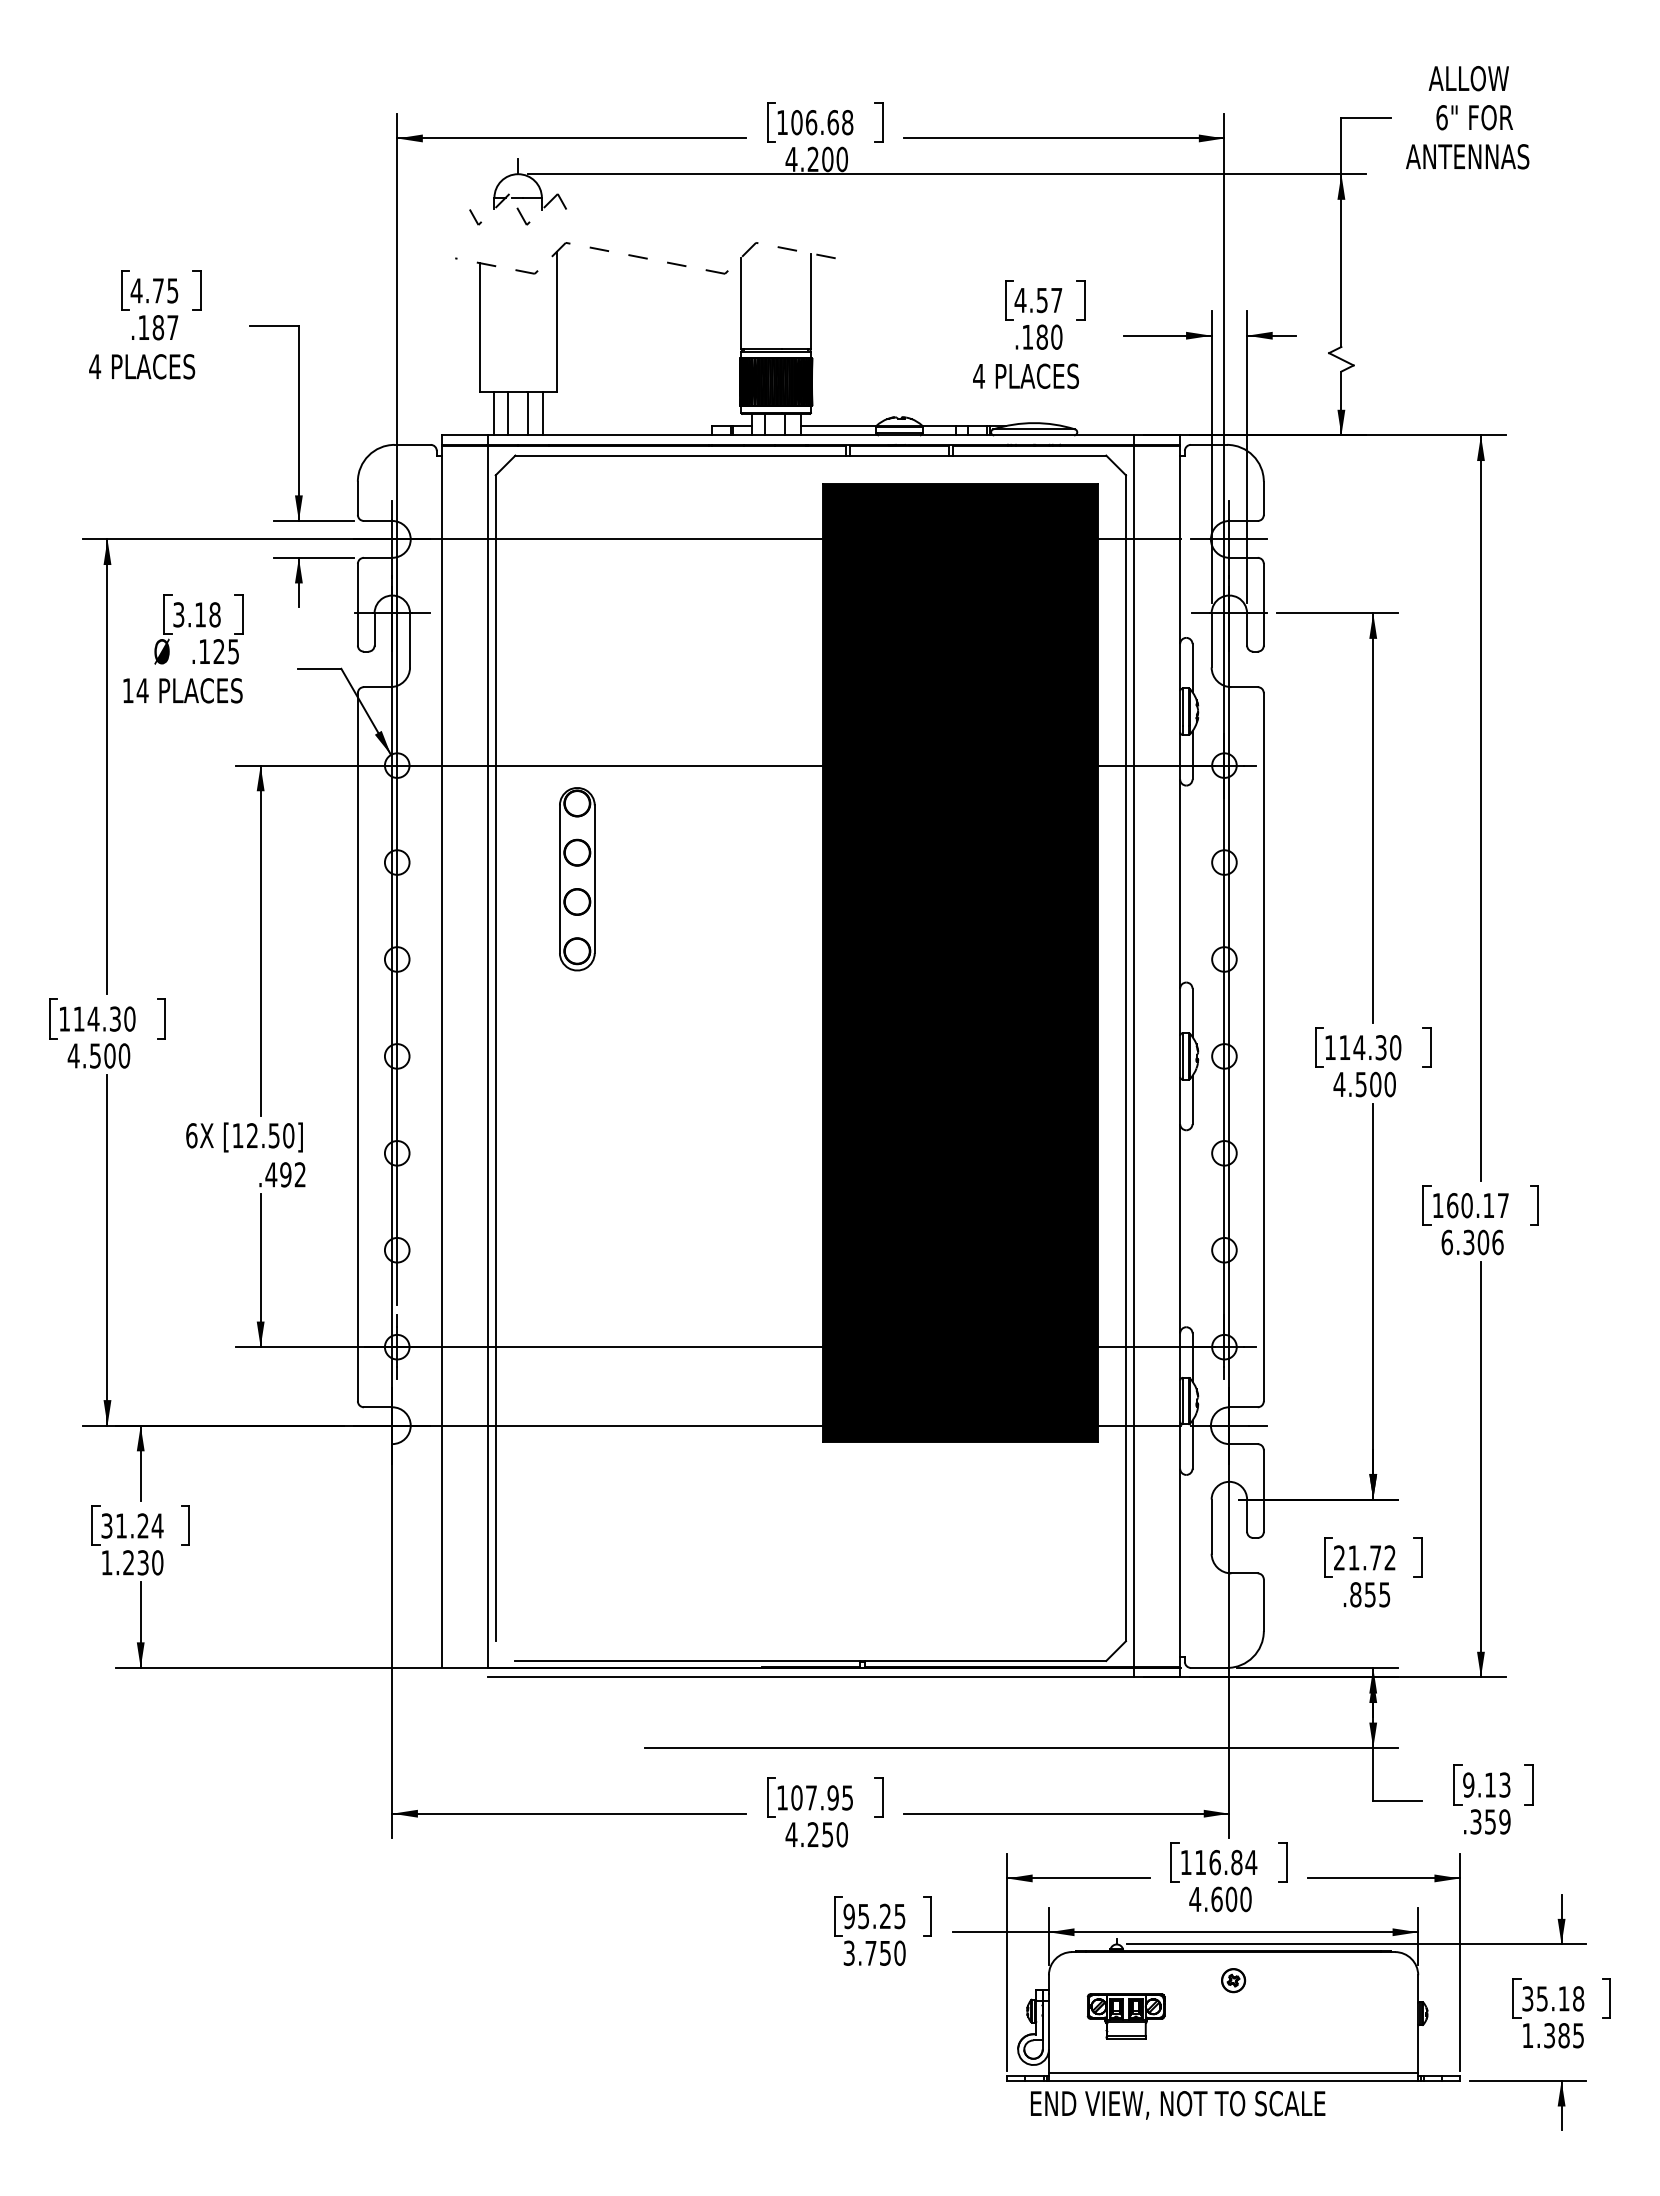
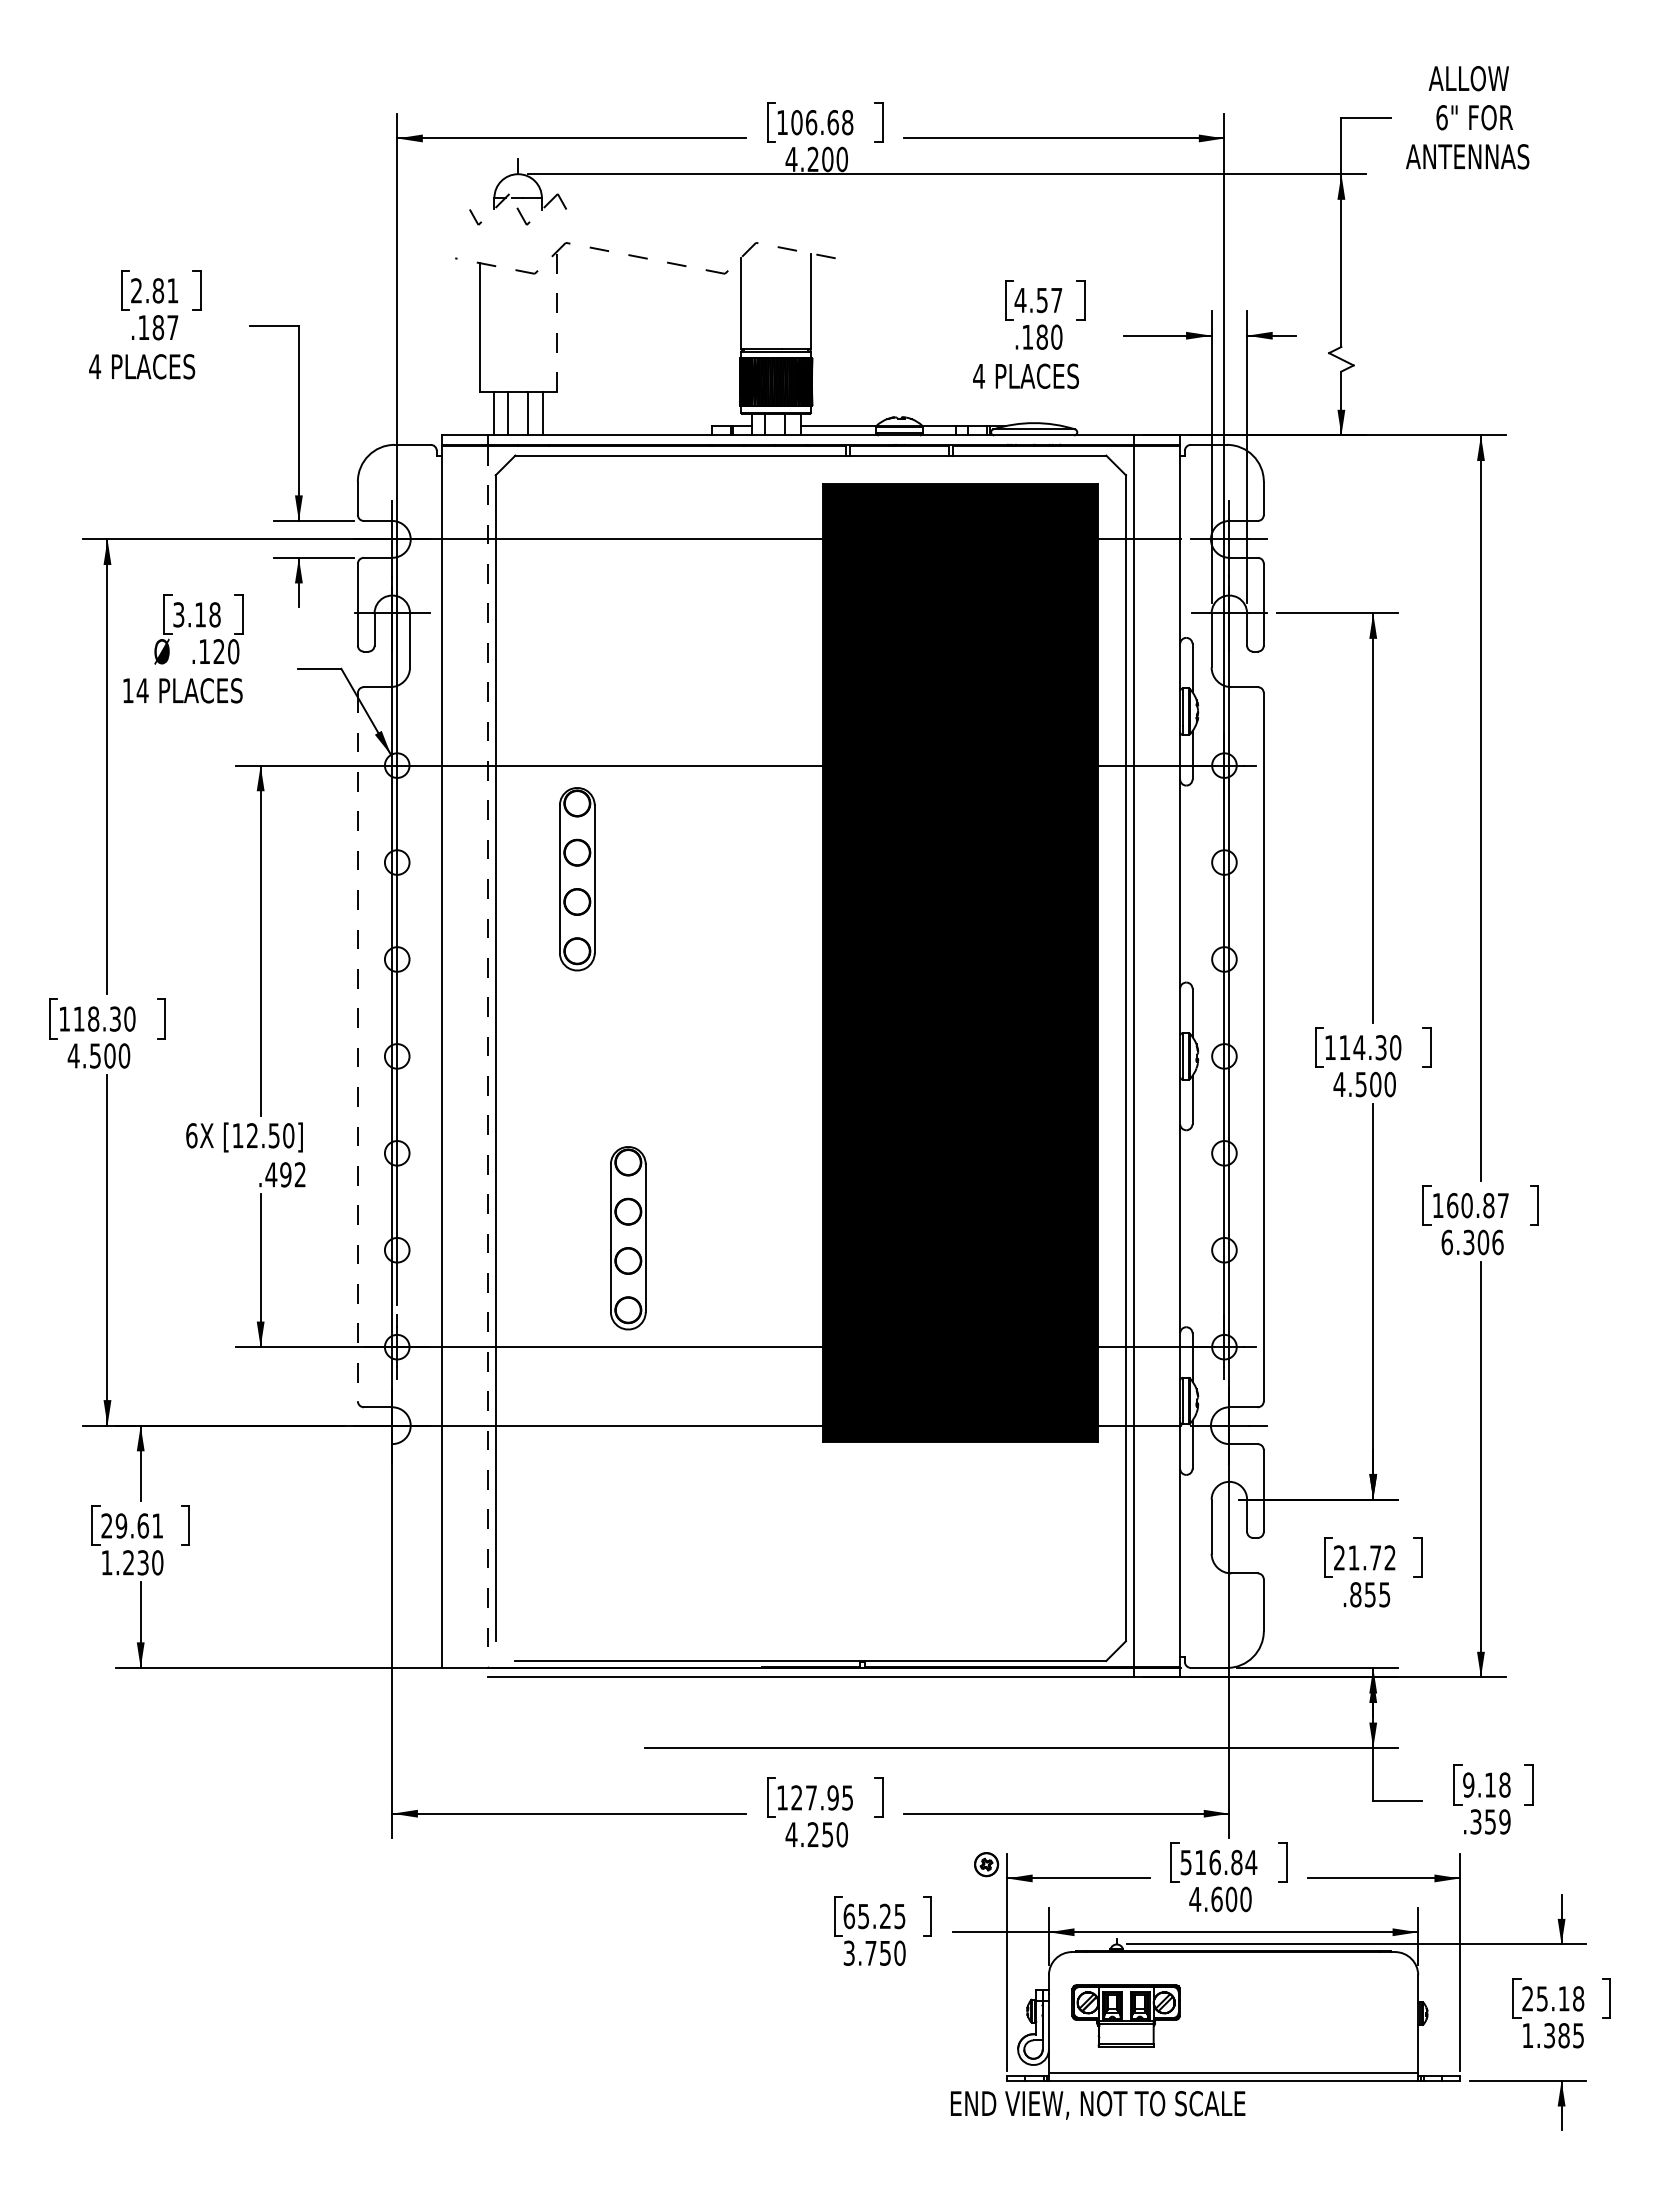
text at (154, 290): 4.75 -> 2.81
line at (556, 322): solid -> dashed
text at (233, 651): .125 -> .120
text at (93, 1018): 114.30 -> 118.30
line at (357, 1047): solid -> dashed
line at (487, 1056): solid -> dashed
text at (1488, 1205): 160.17 -> 160.87
part at (628, 1238): none -> present
text at (132, 1525): 31.24 -> 29.61
text at (1504, 1784): 9.13 -> 9.18
text at (796, 1797): 107.95 -> 127.95
text at (1185, 1862): 116.84 -> 516.84
text at (849, 1916): 95.25 -> 65.25
part at (1233, 1980) position: (1233, 1980) -> (986, 1864)
text at (1527, 1998): 35.18 -> 25.18
part at (1125, 2016) size: 80x47 px -> 110x64 px
text at (1178, 2105) position: (1178, 2105) -> (1098, 2105)
